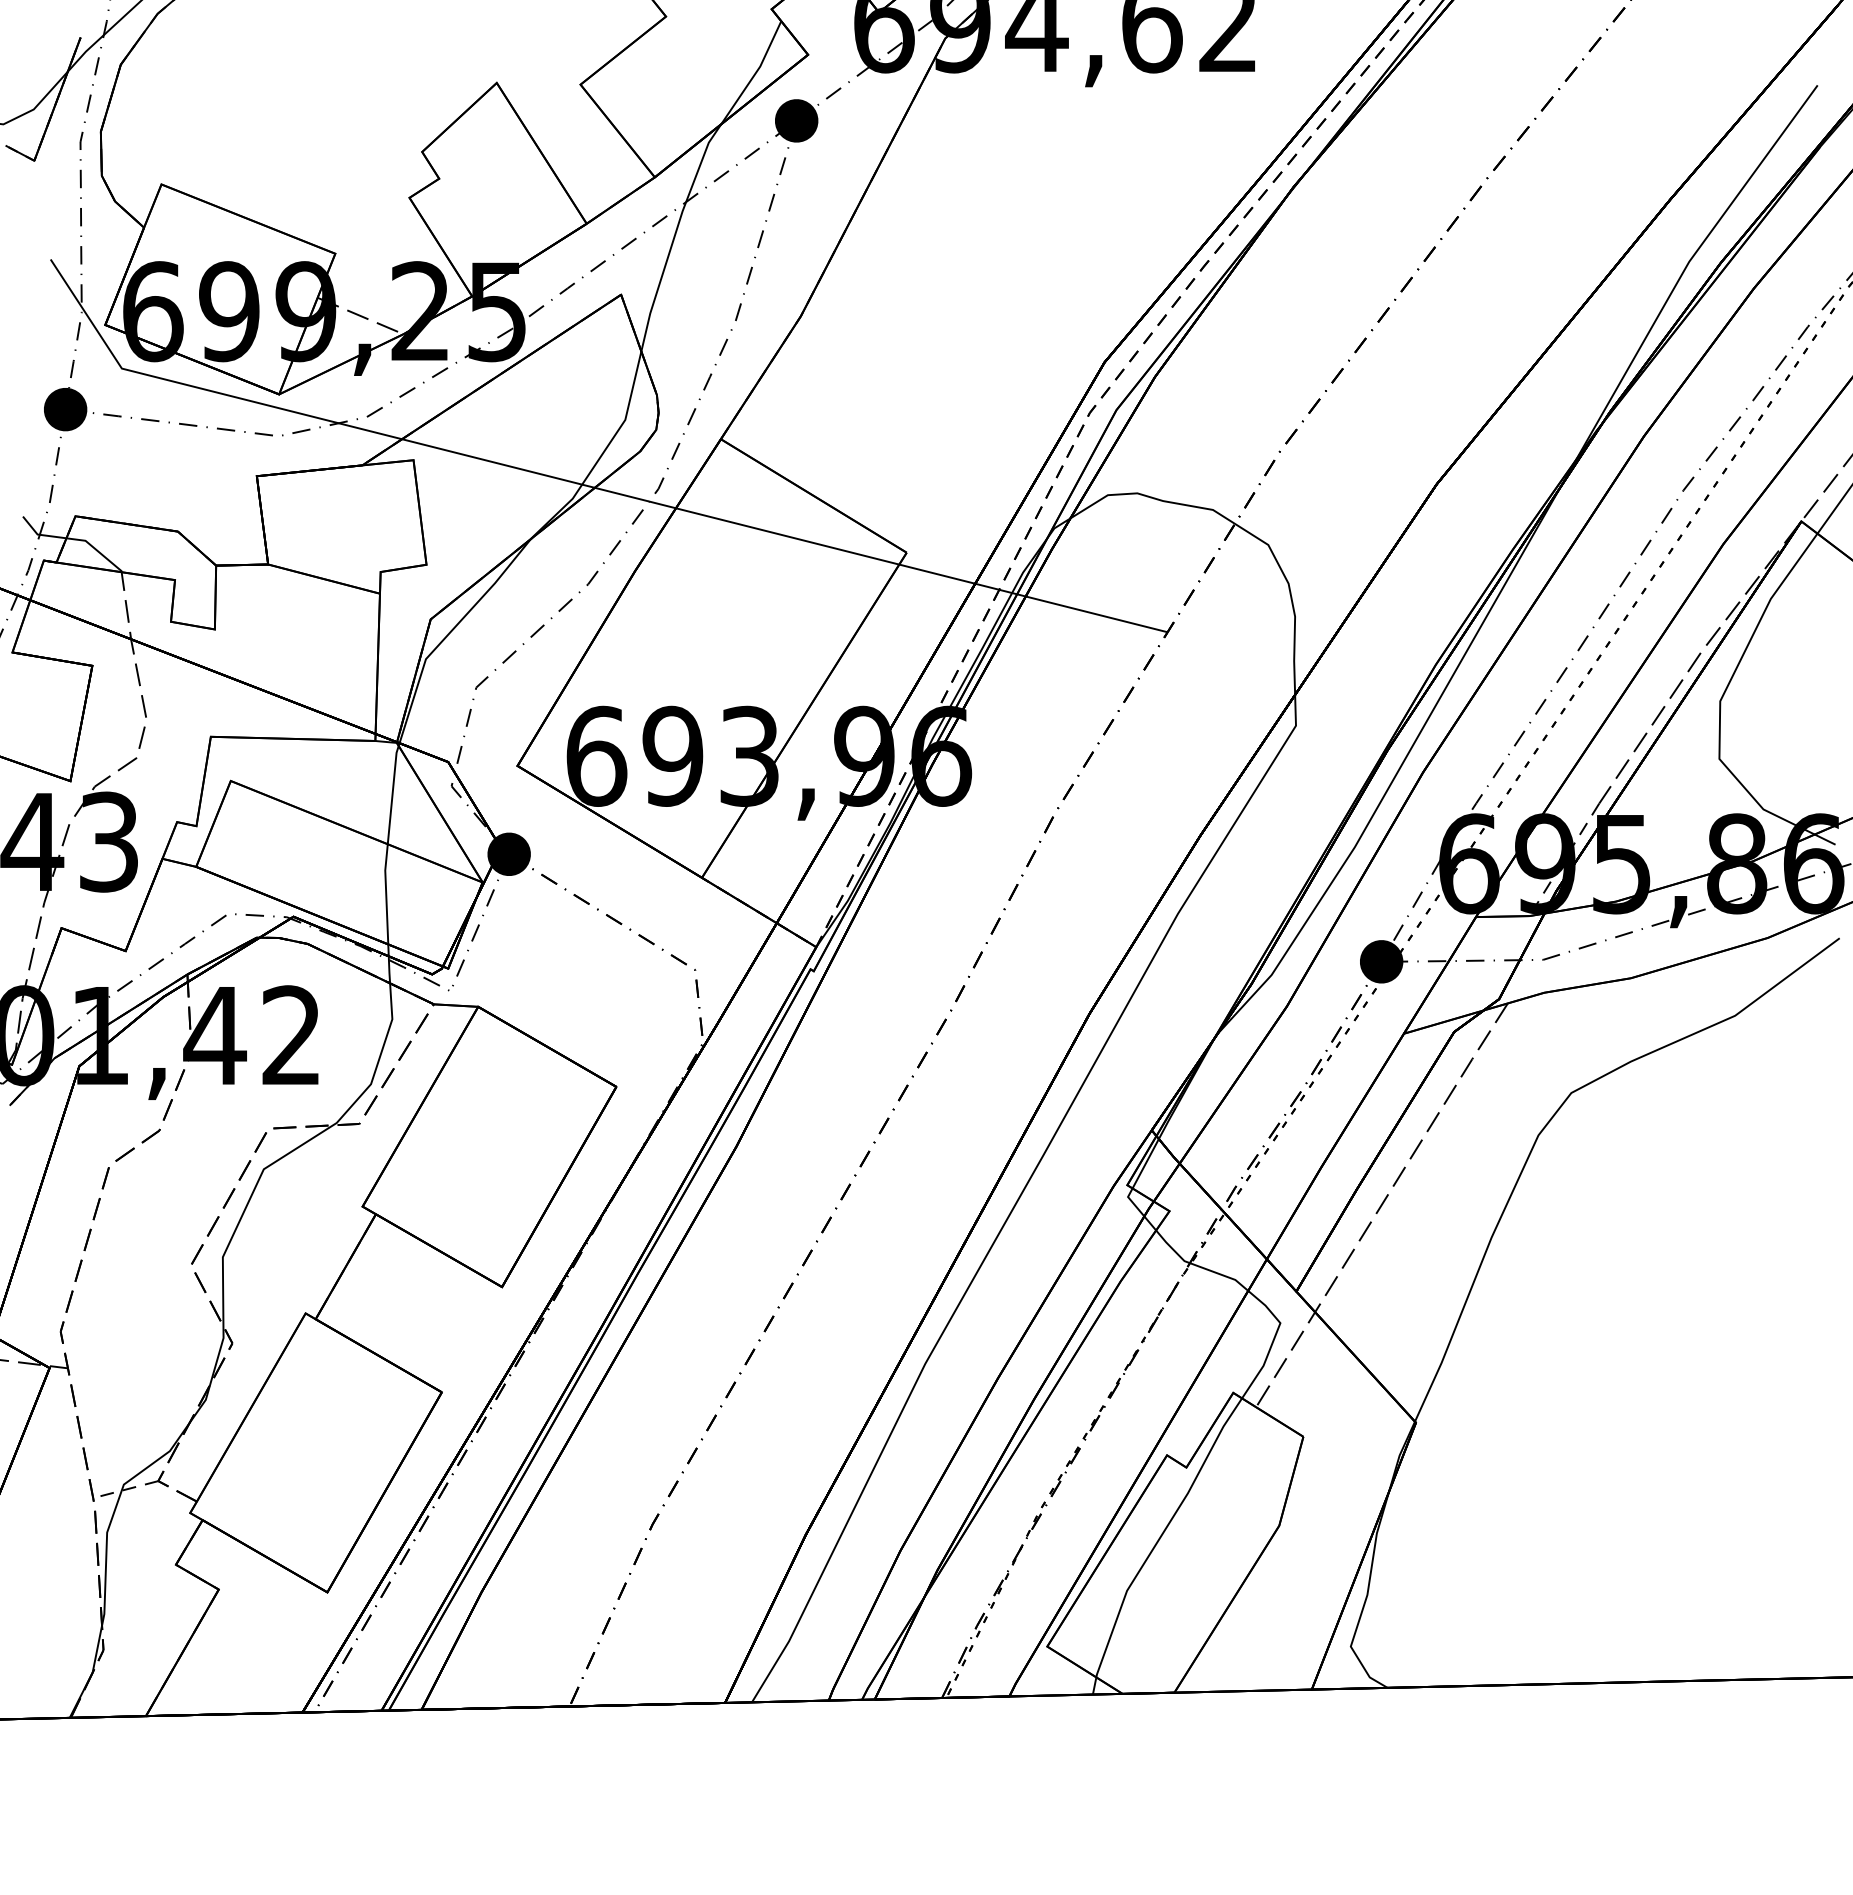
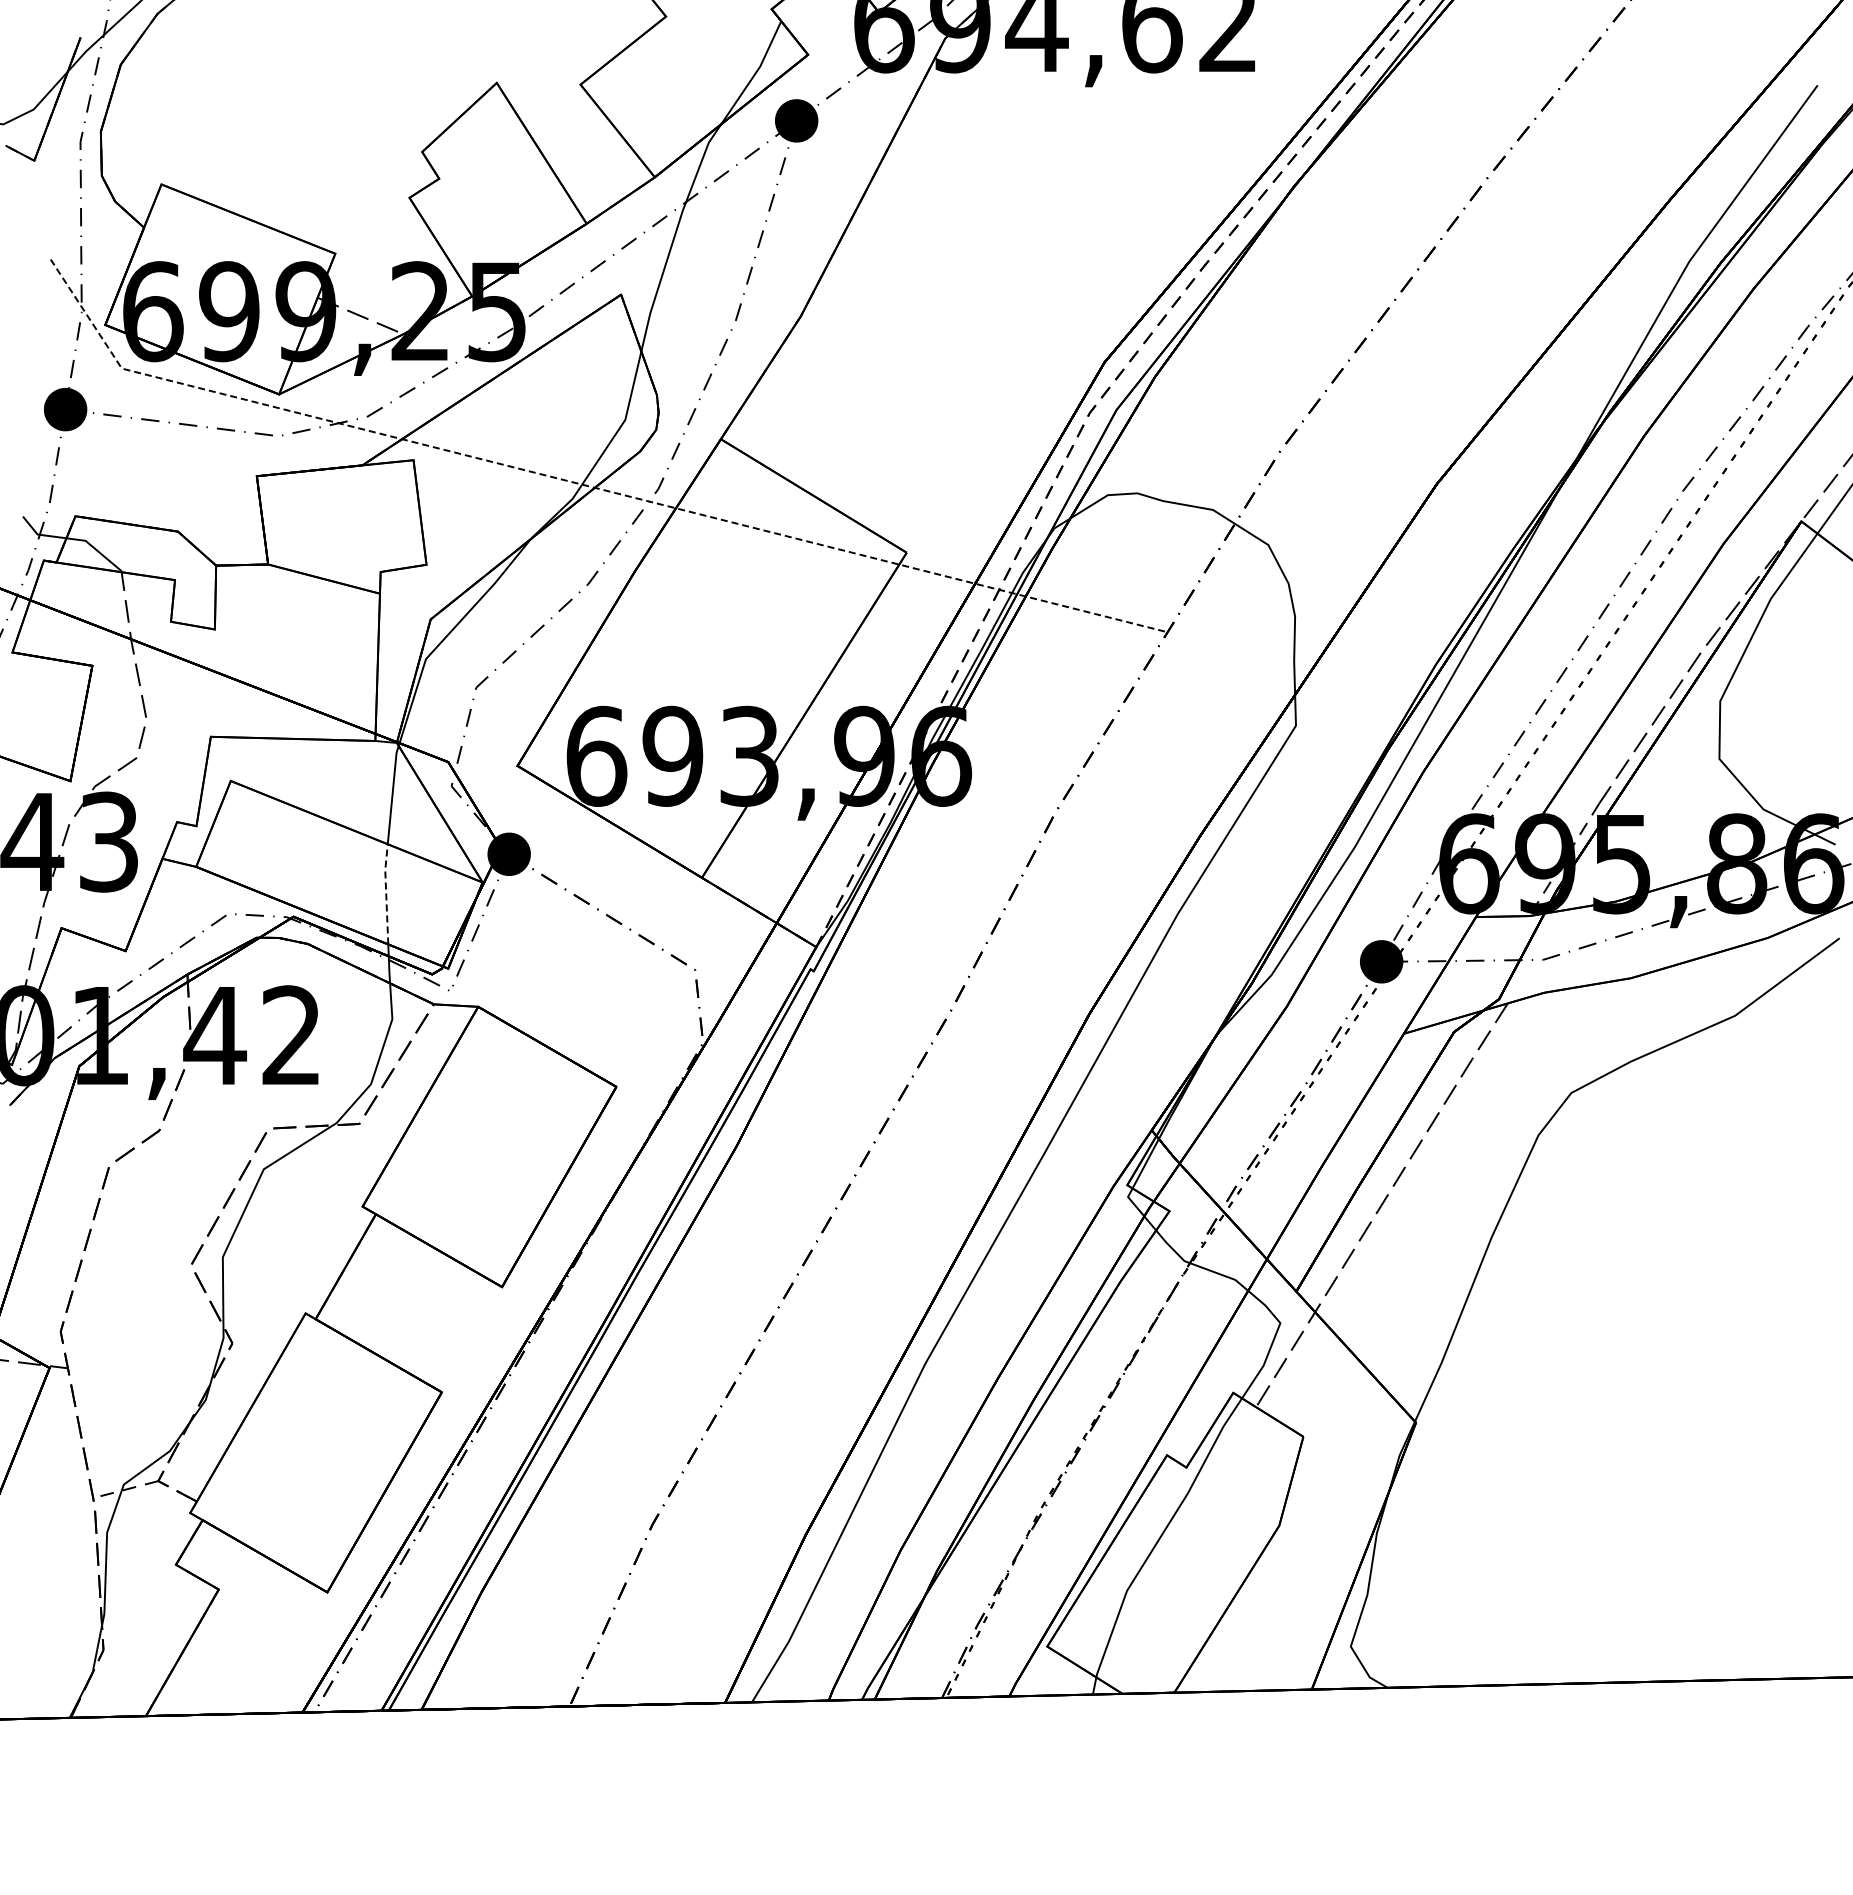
line at (581, 484): solid -> dashed
line at (386, 893): solid -> dashed
